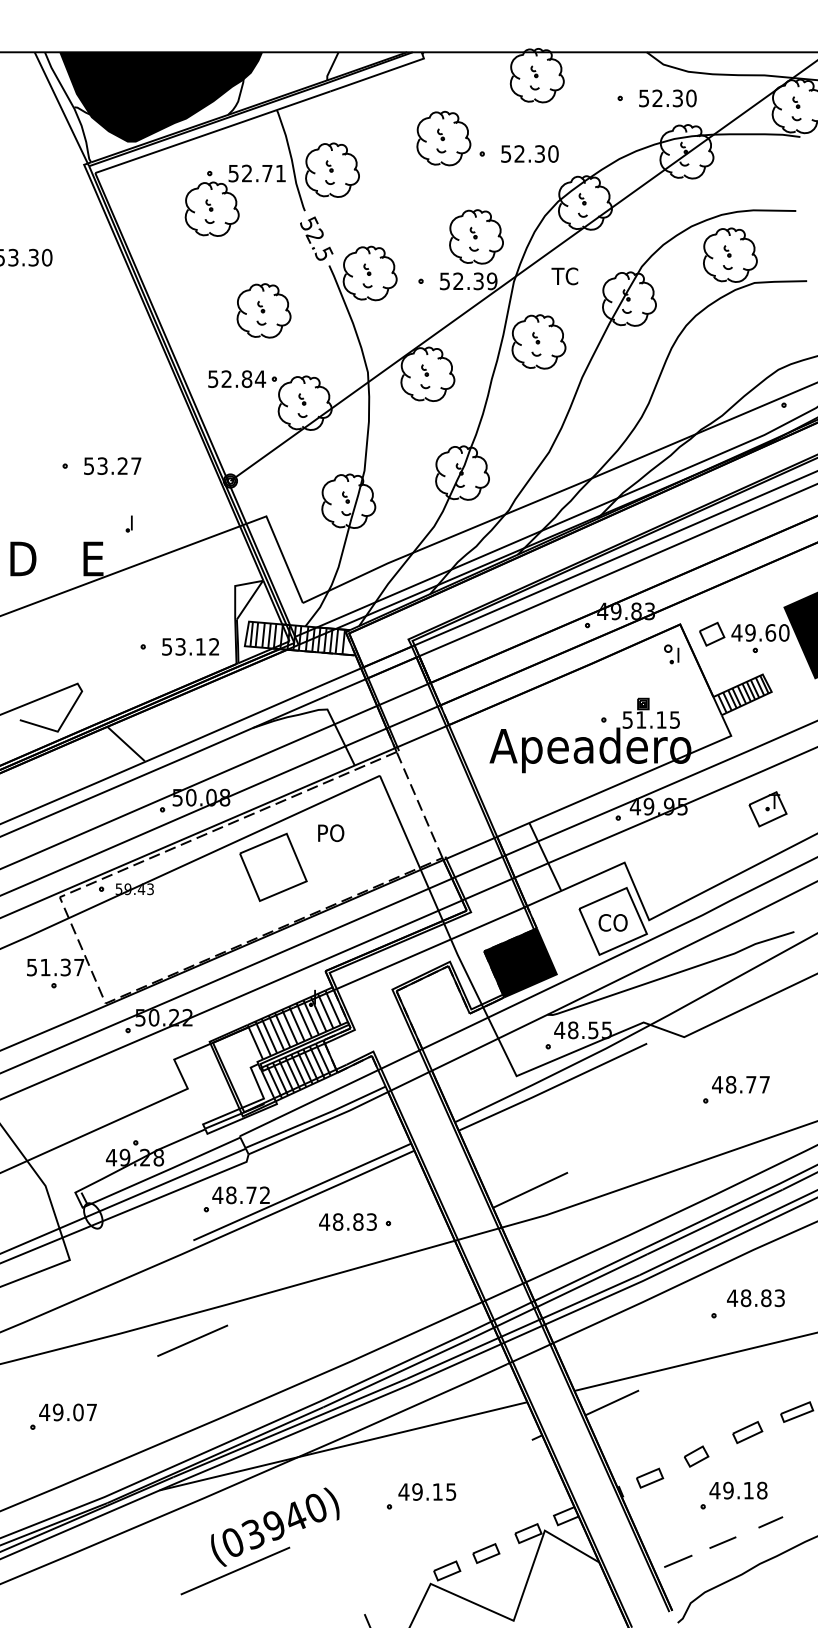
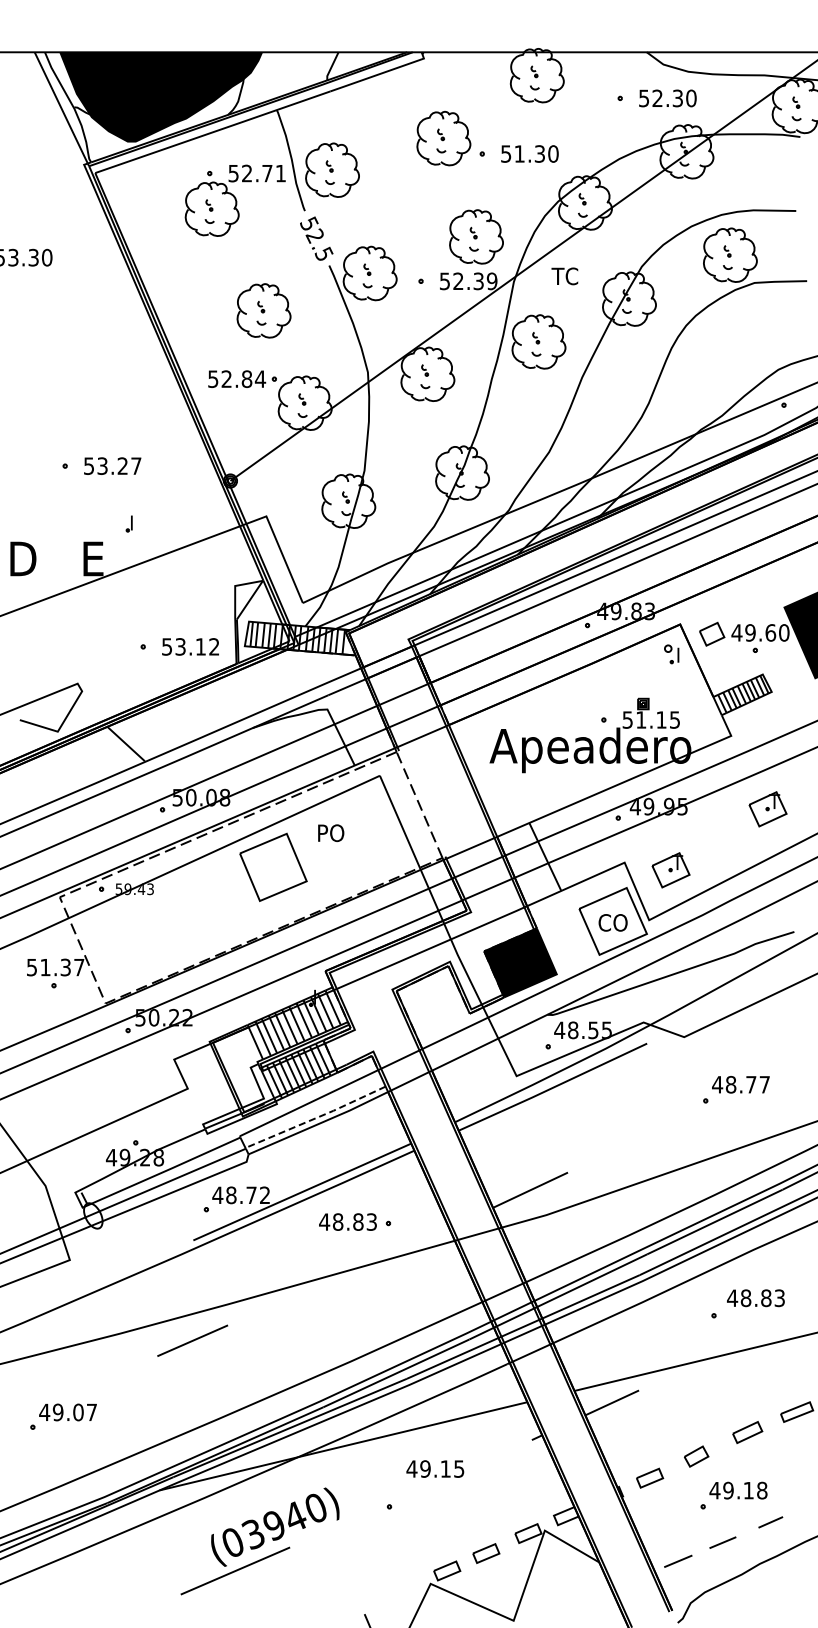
text at (519, 153): 52.30 -> 51.30
part at (670, 870): none -> present
line at (316, 1118): solid -> dashed
text at (427, 1491) position: (427, 1491) -> (435, 1468)
